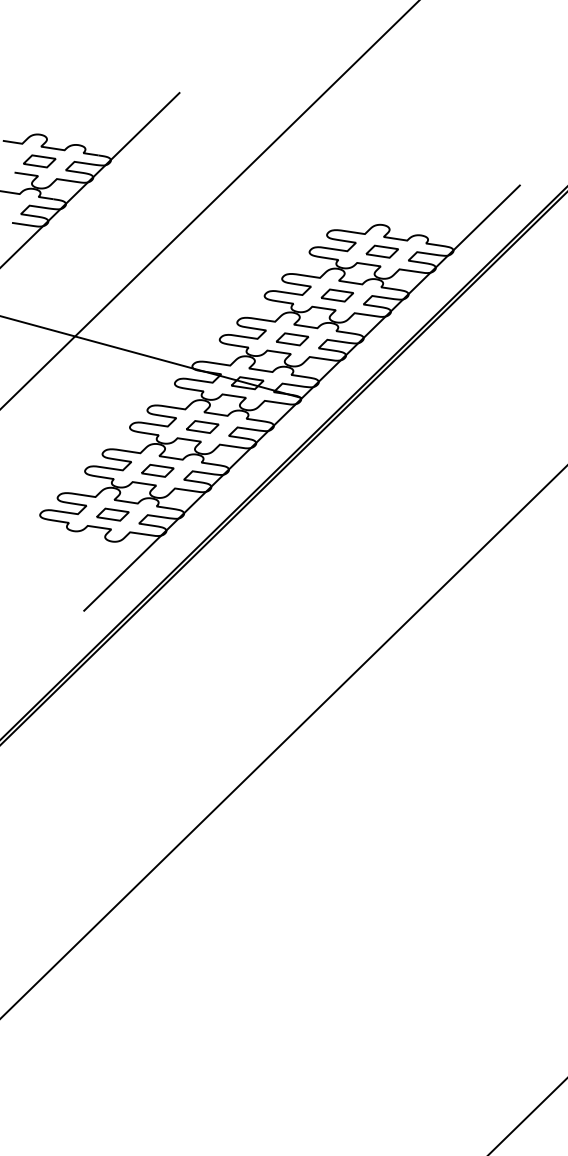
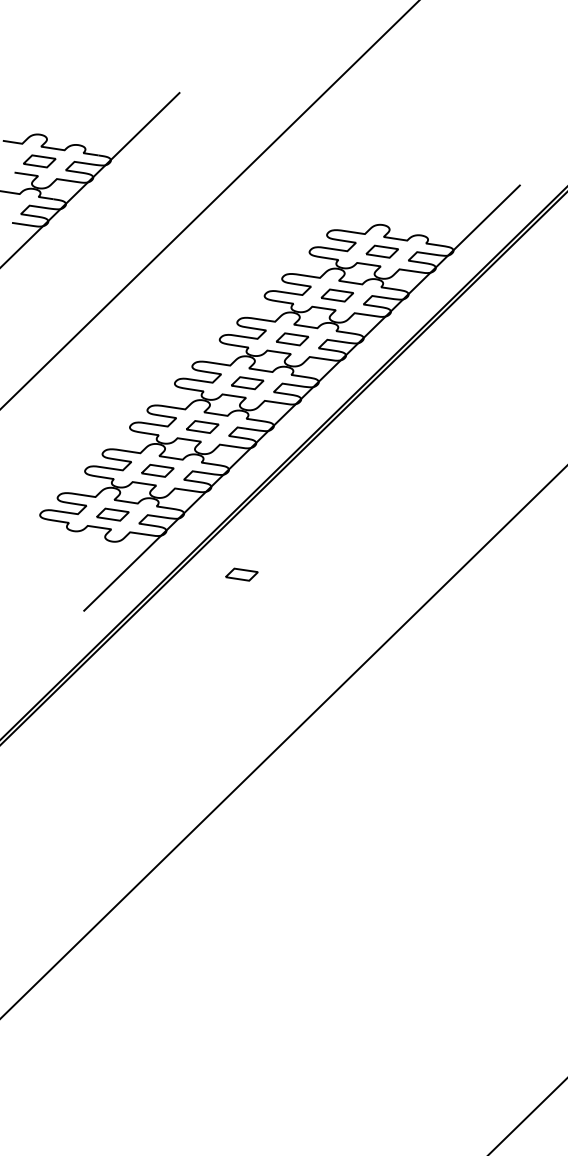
line at (152, 357): present -> none
curve at (241, 570): none -> present
